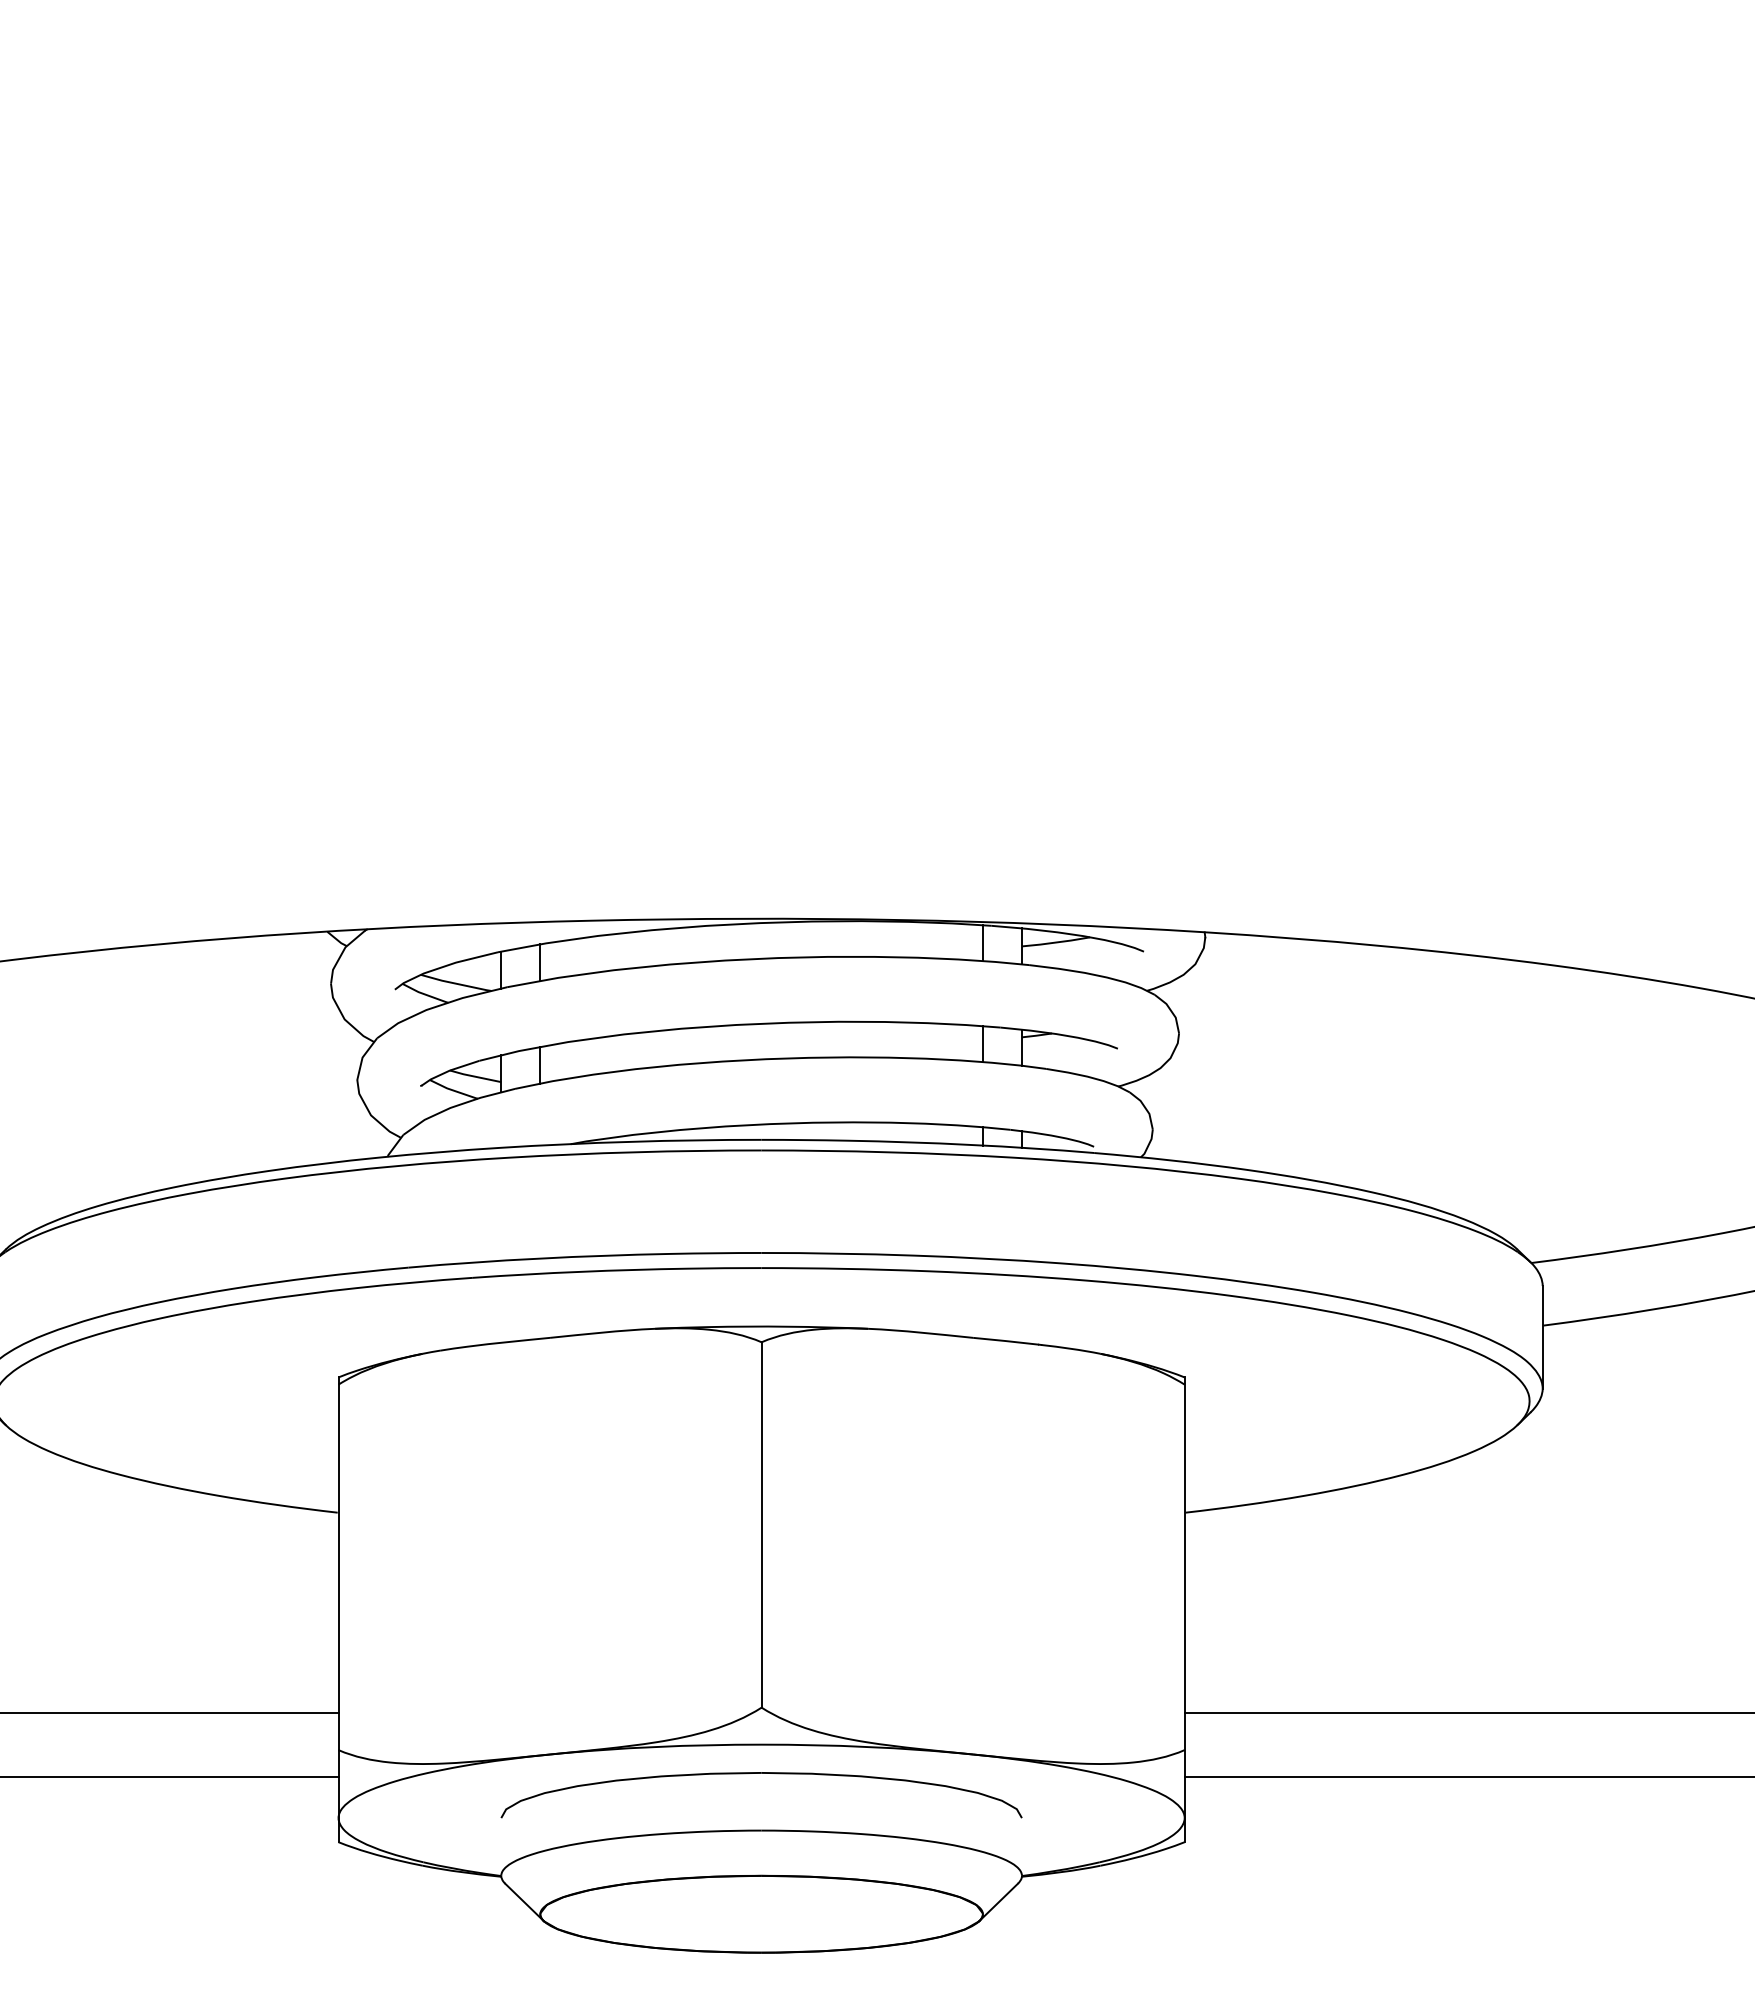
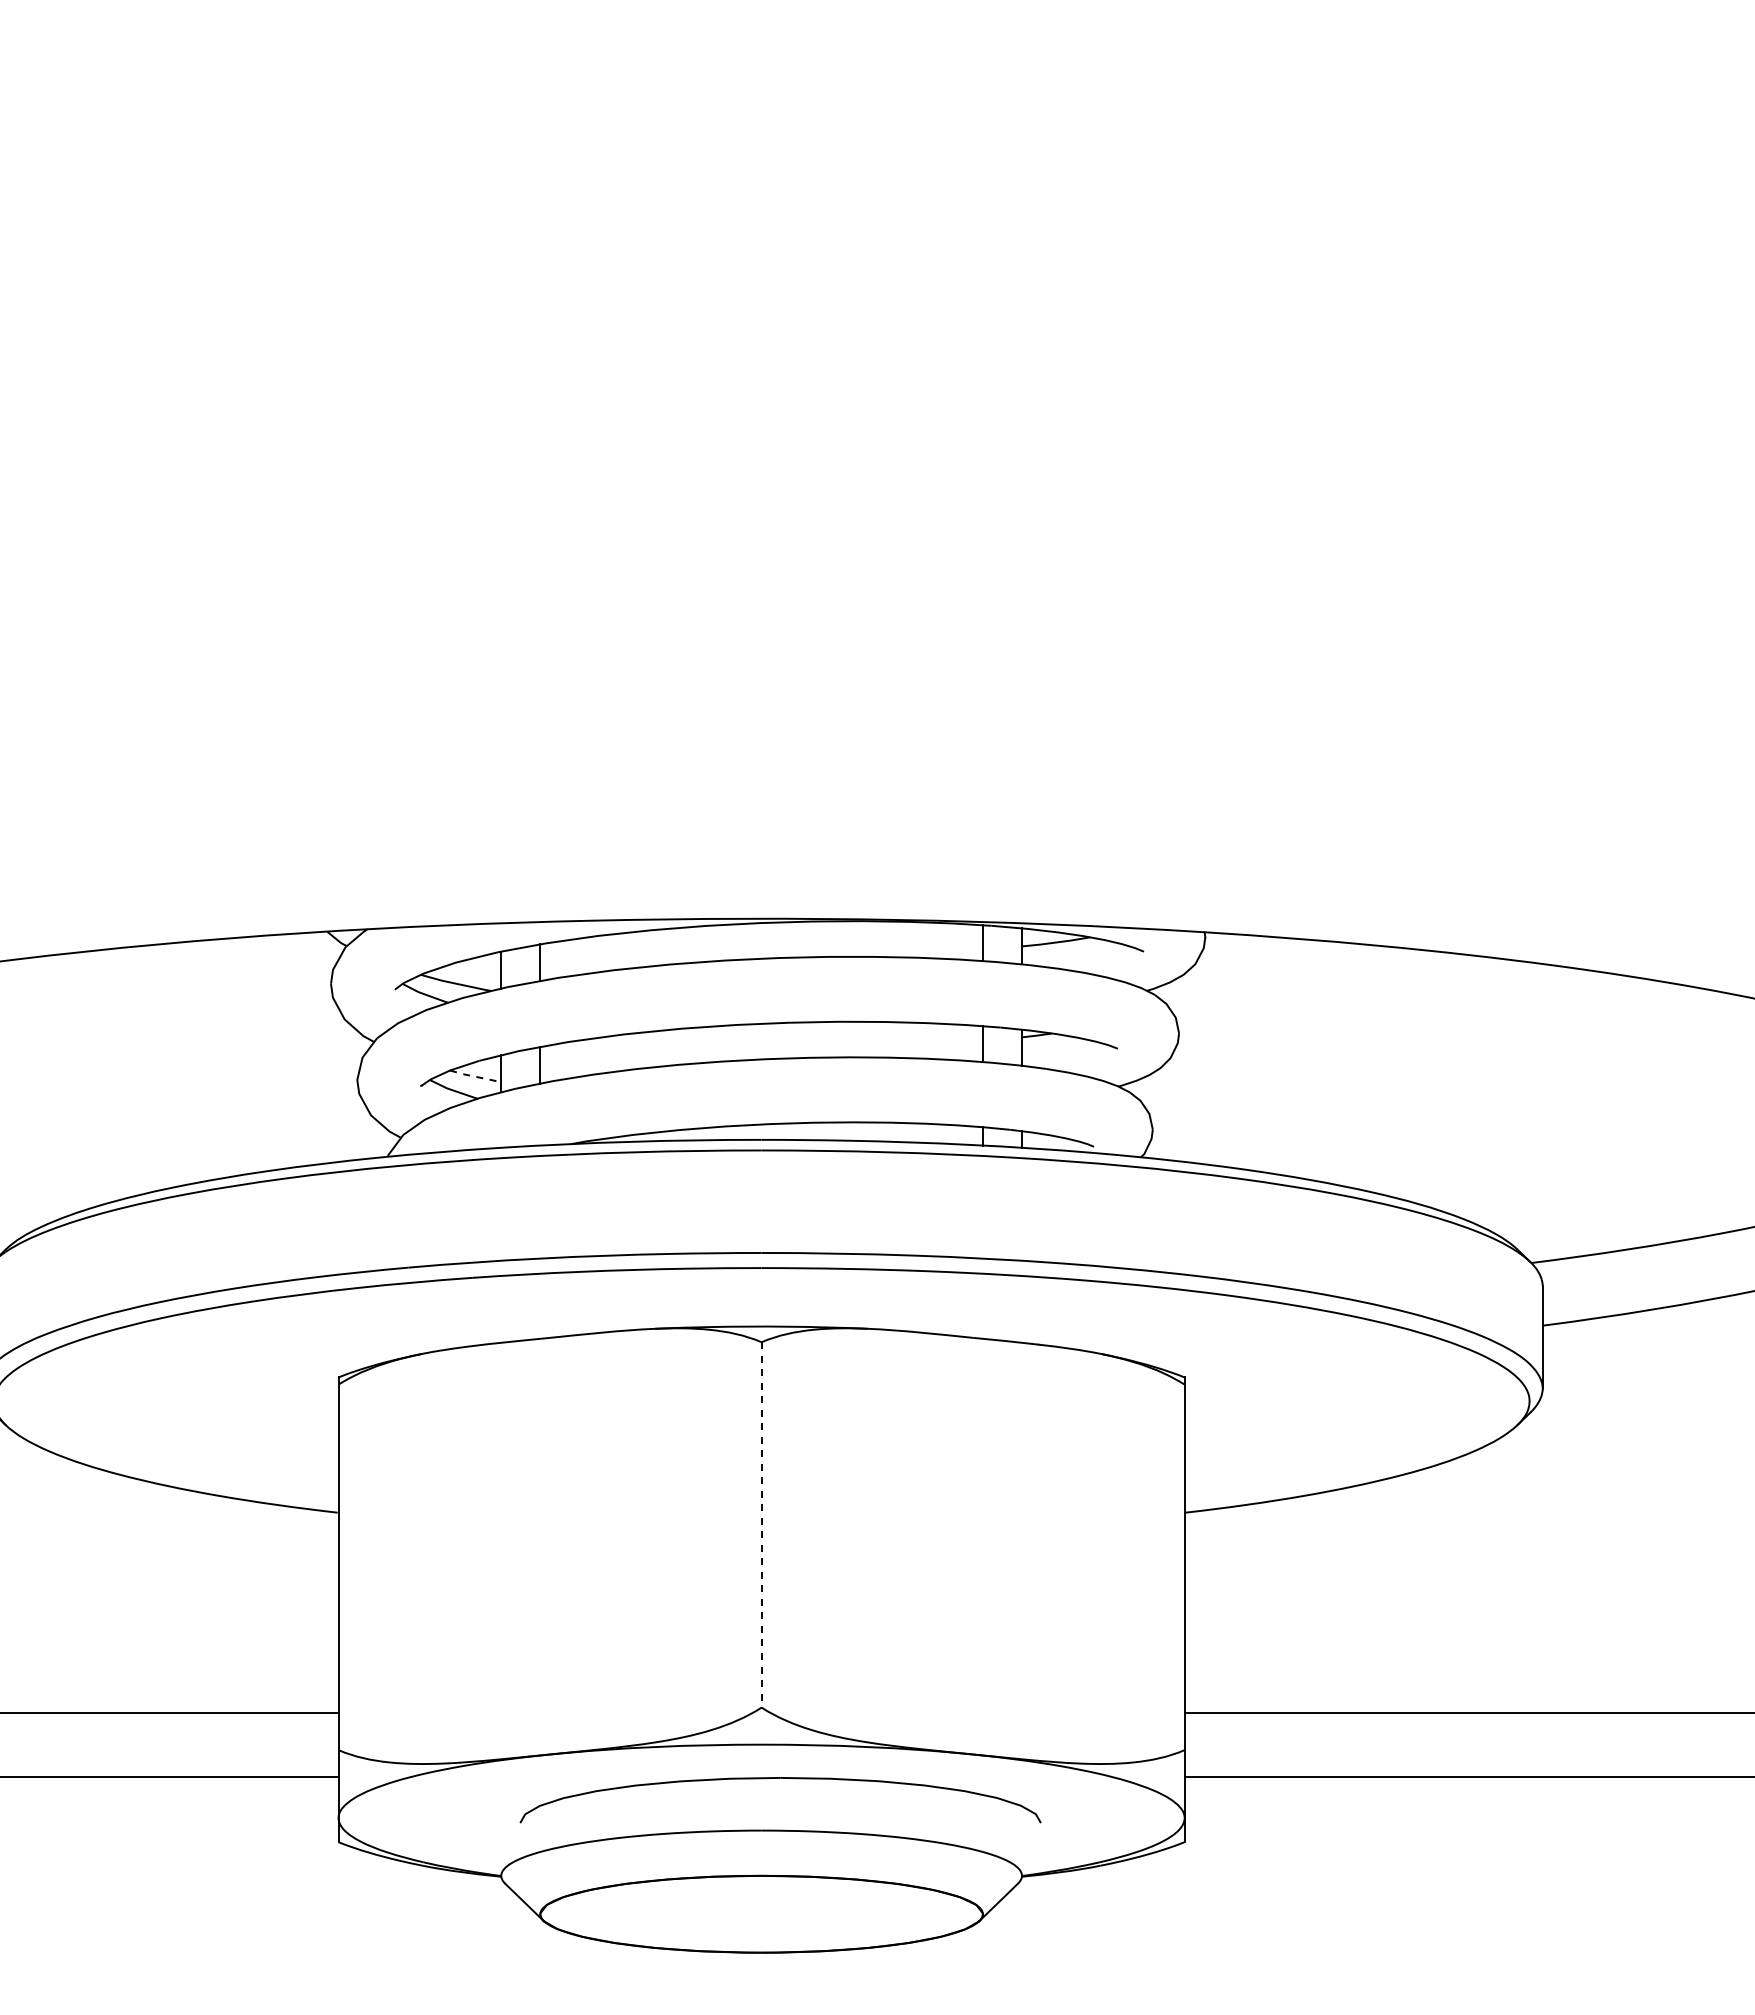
line at (475, 1076): solid -> dashed
line at (761, 1524): solid -> dashed
part at (761, 1773) position: (761, 1773) -> (780, 1778)
